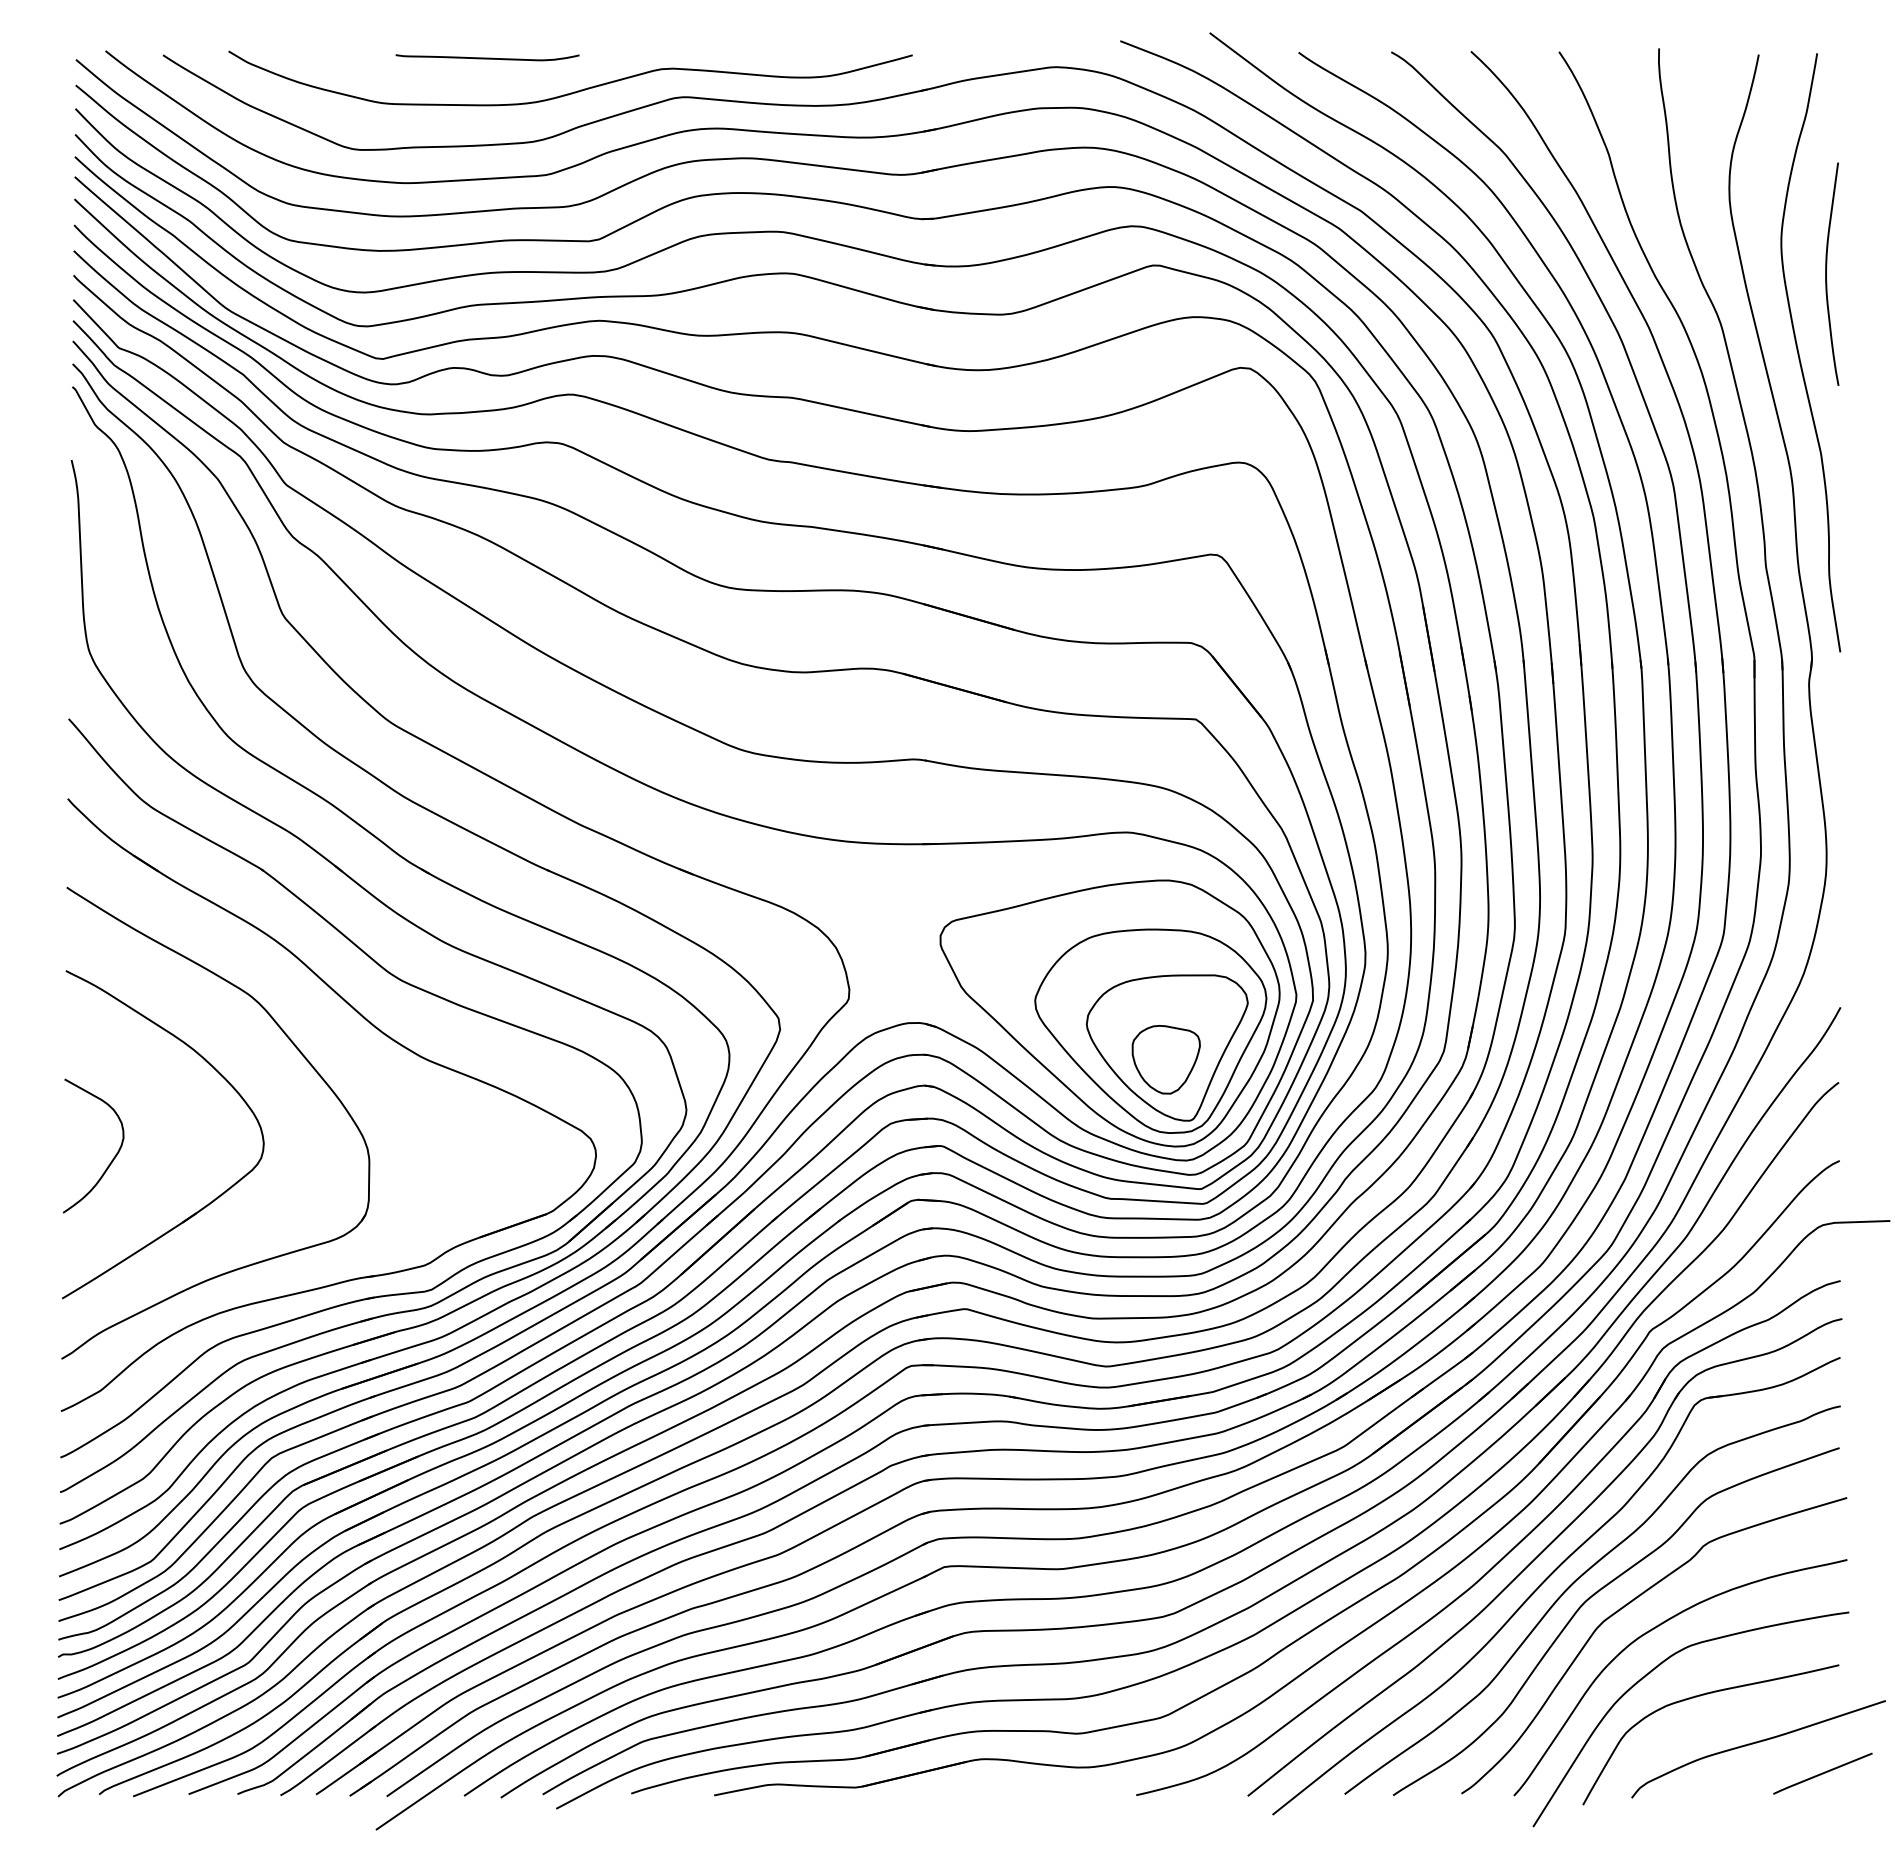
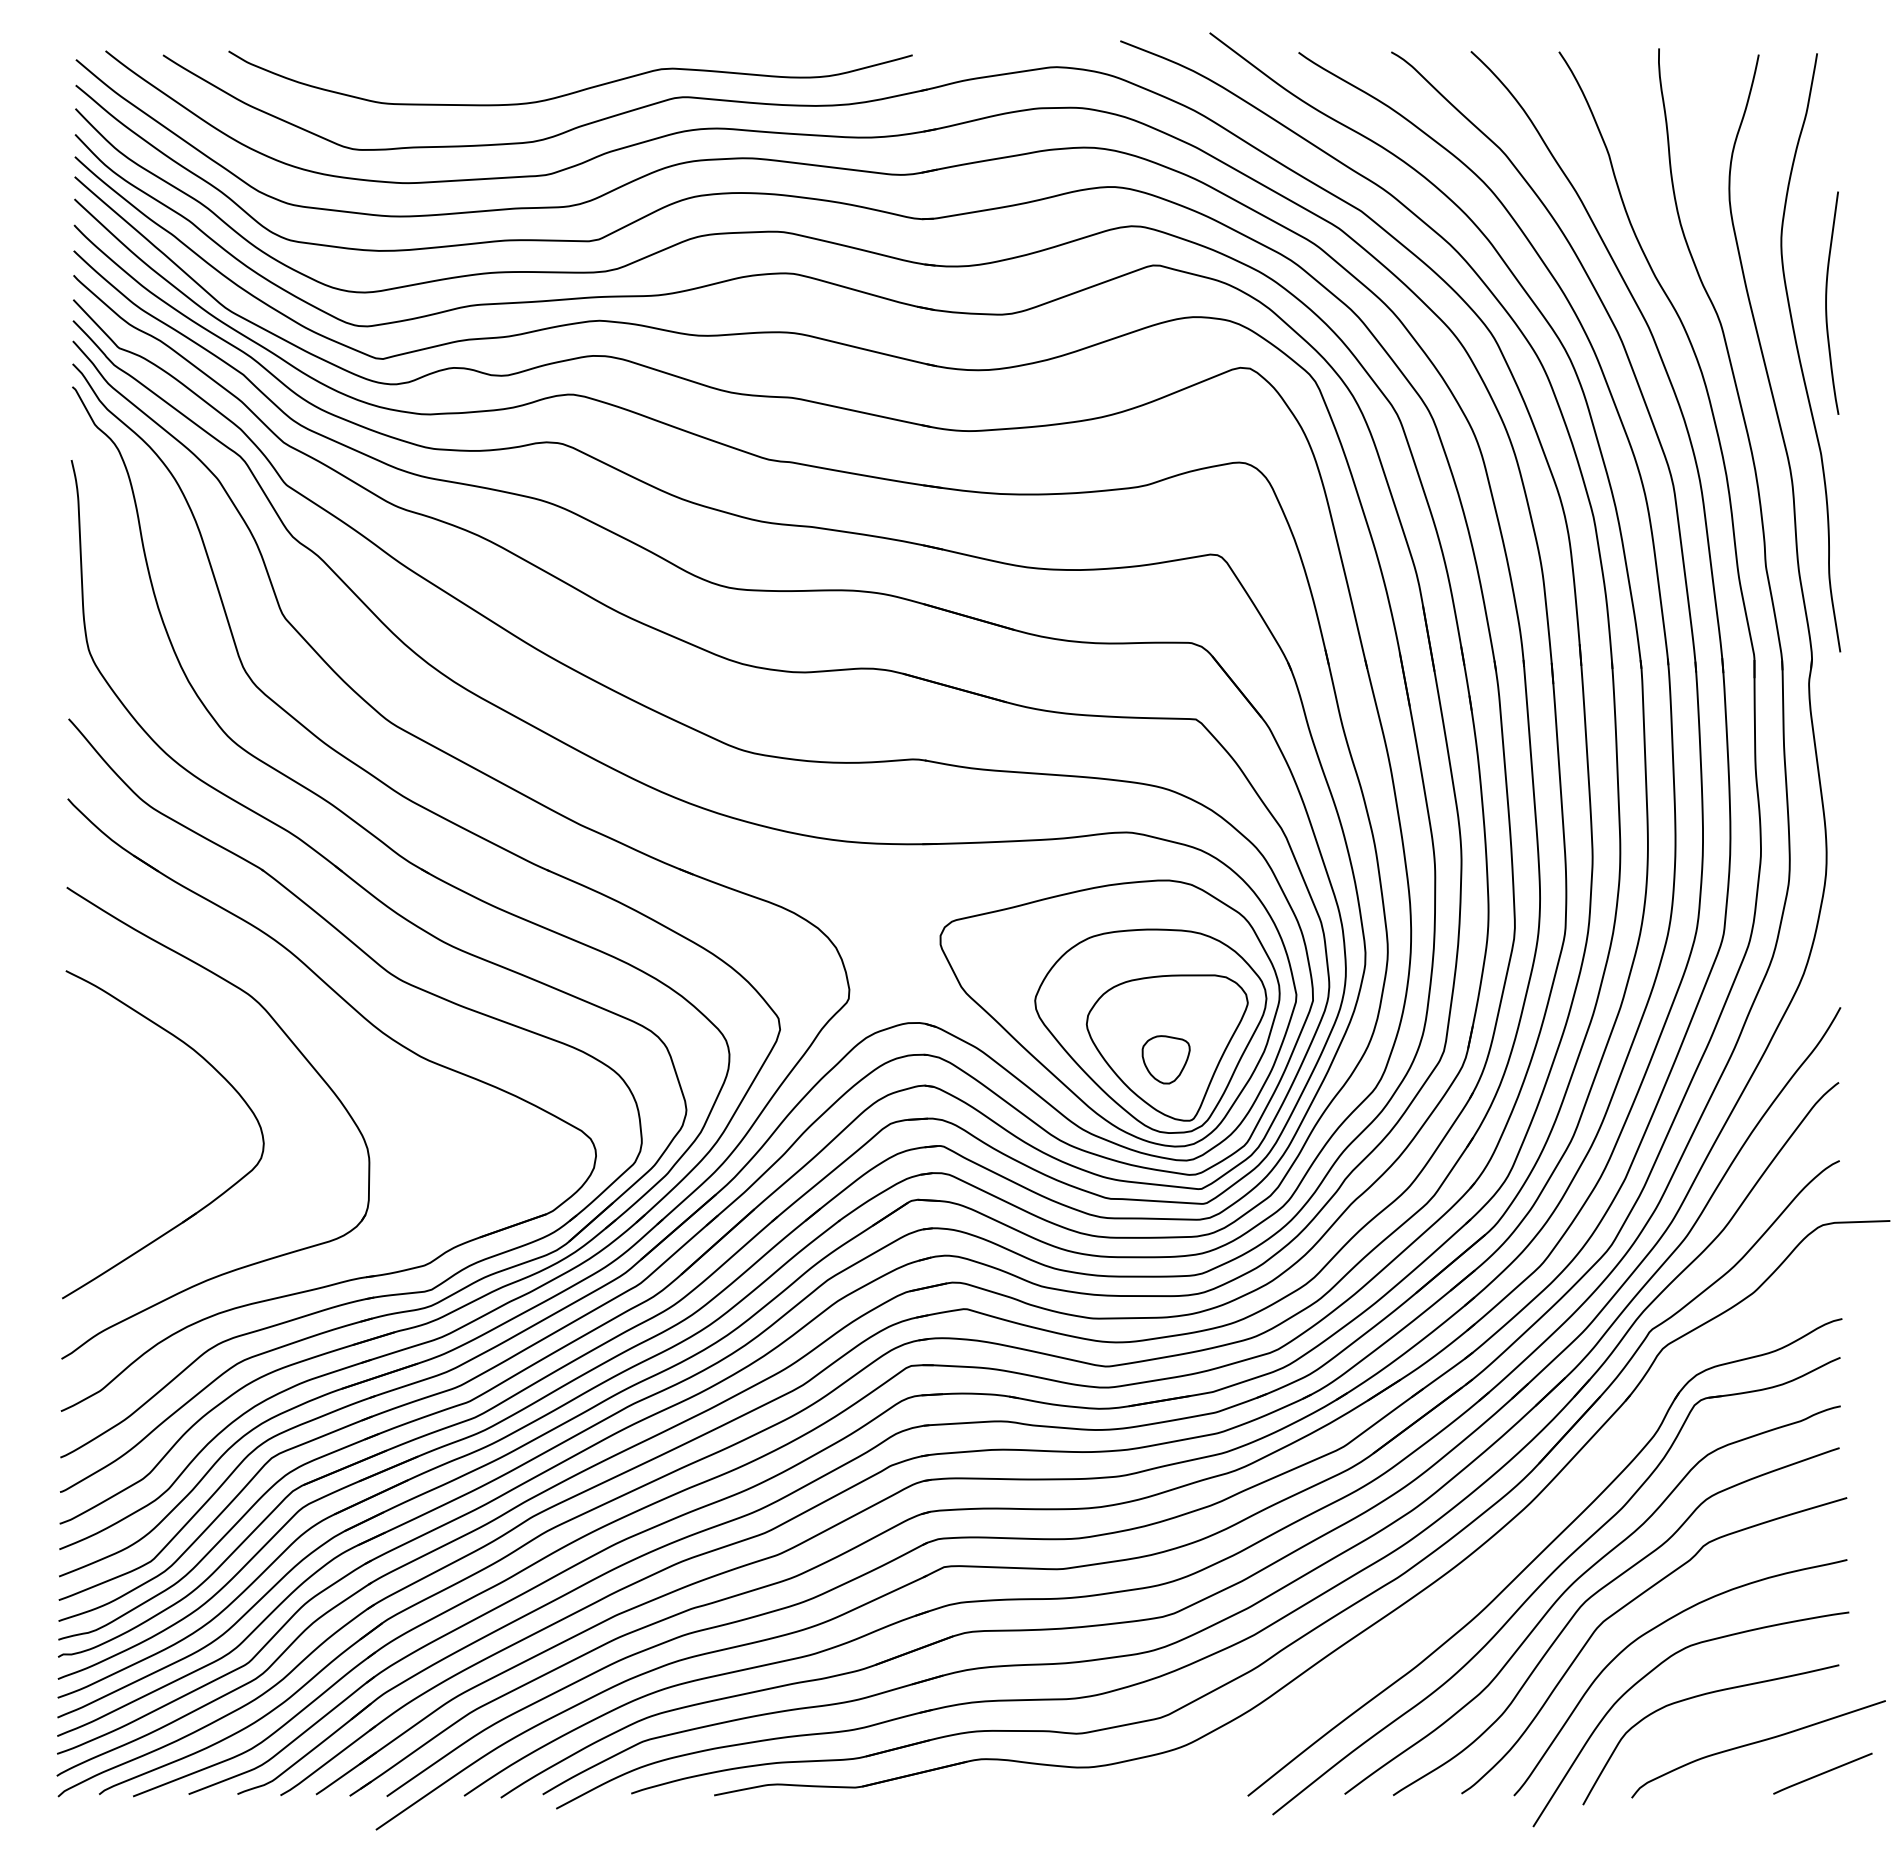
curve at (487, 57): present -> none
curve at (1826, 273) position: (1826, 273) -> (1826, 302)
part at (1165, 1059) size: 70x70 px -> 50x50 px
curve at (113, 1157): present -> none
part at (1505, 1554): present -> none
